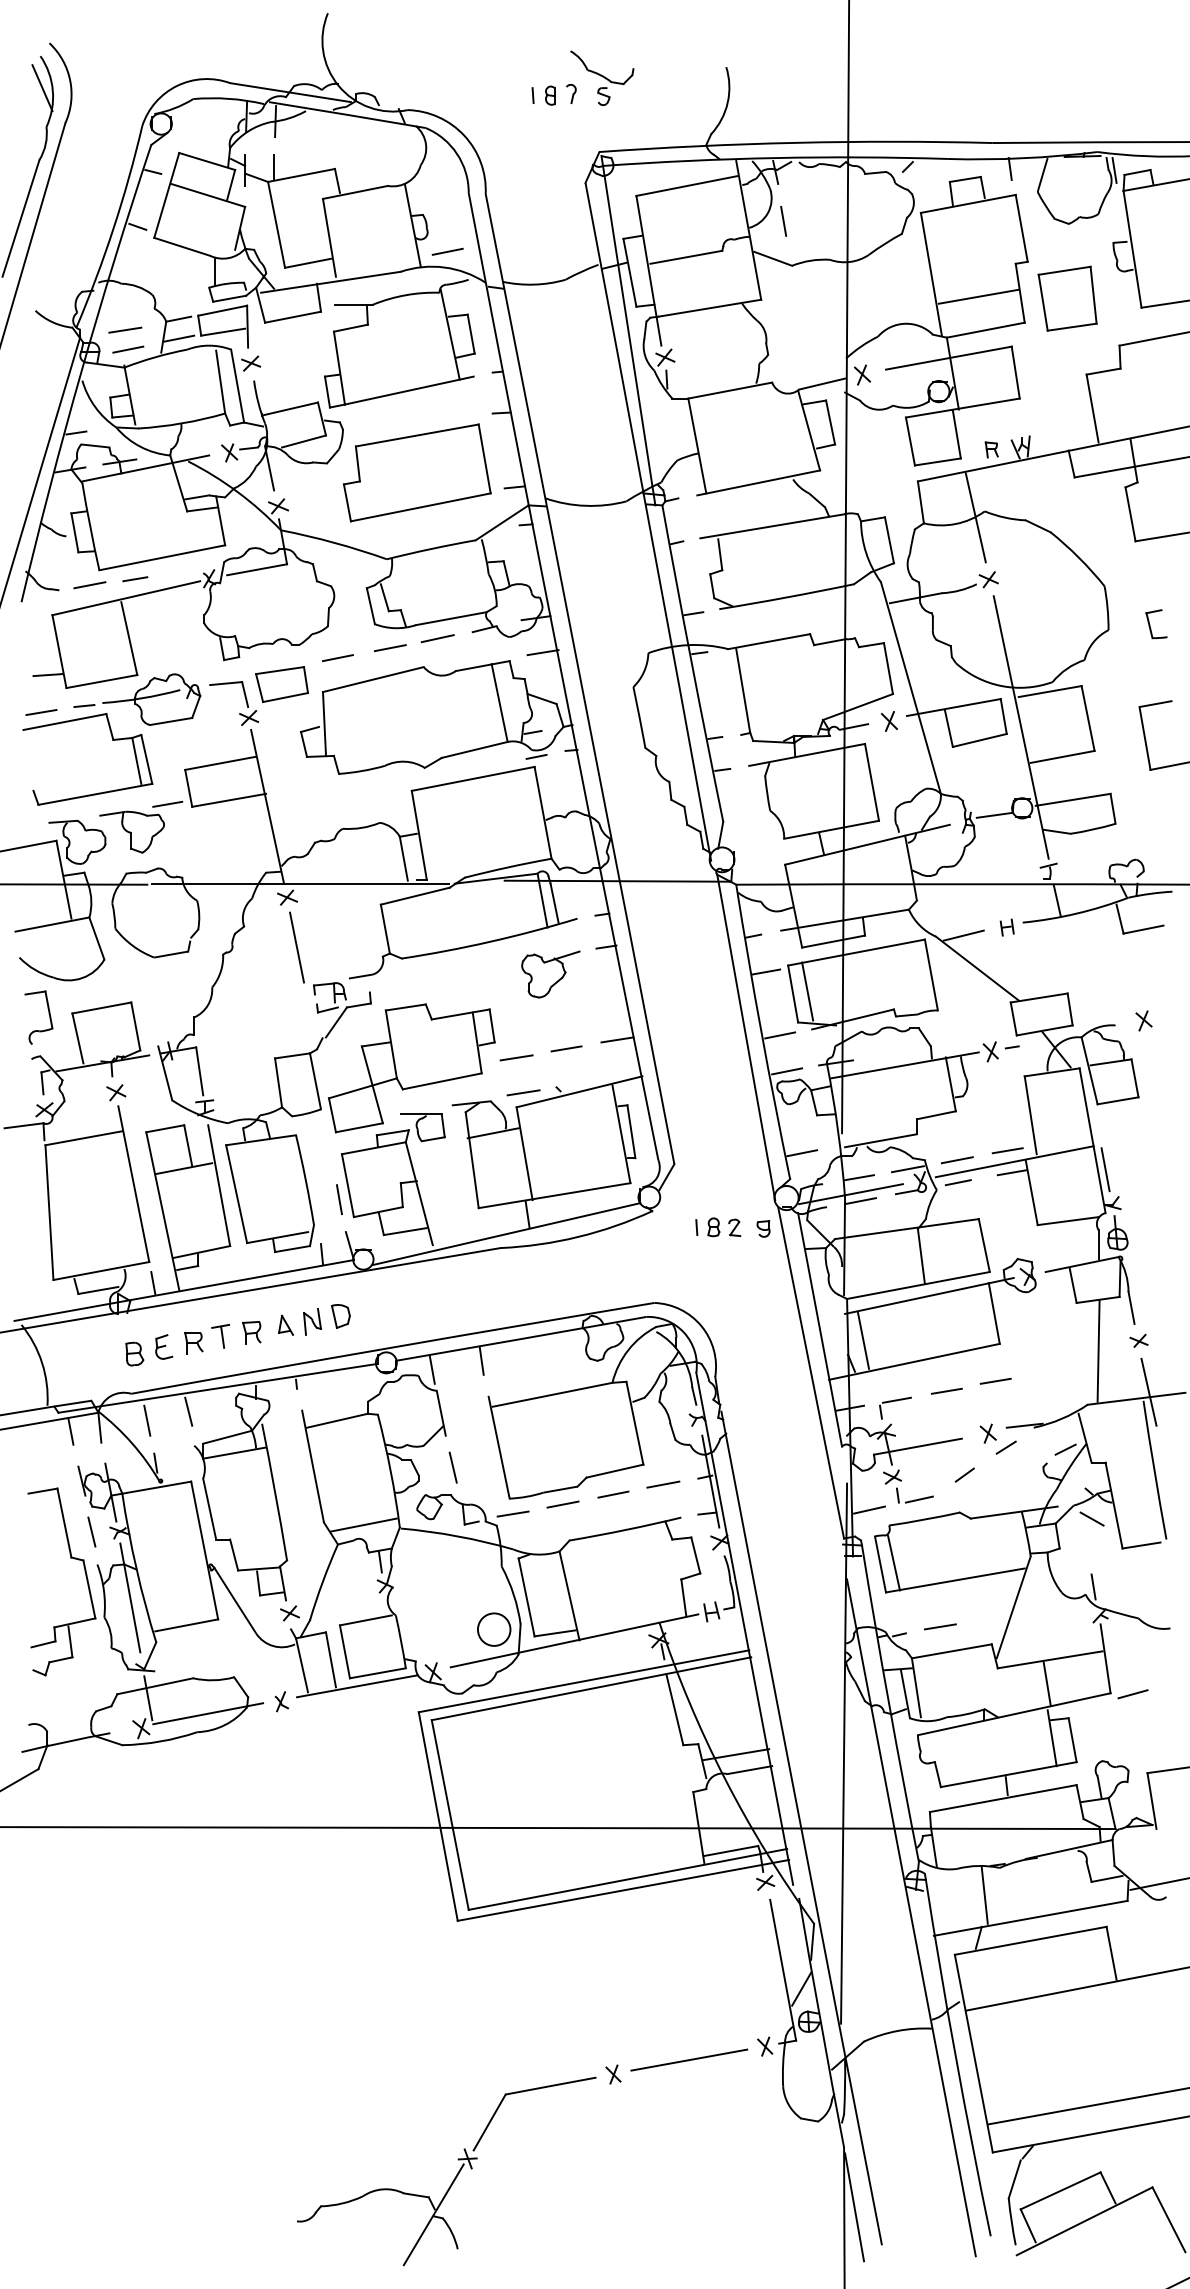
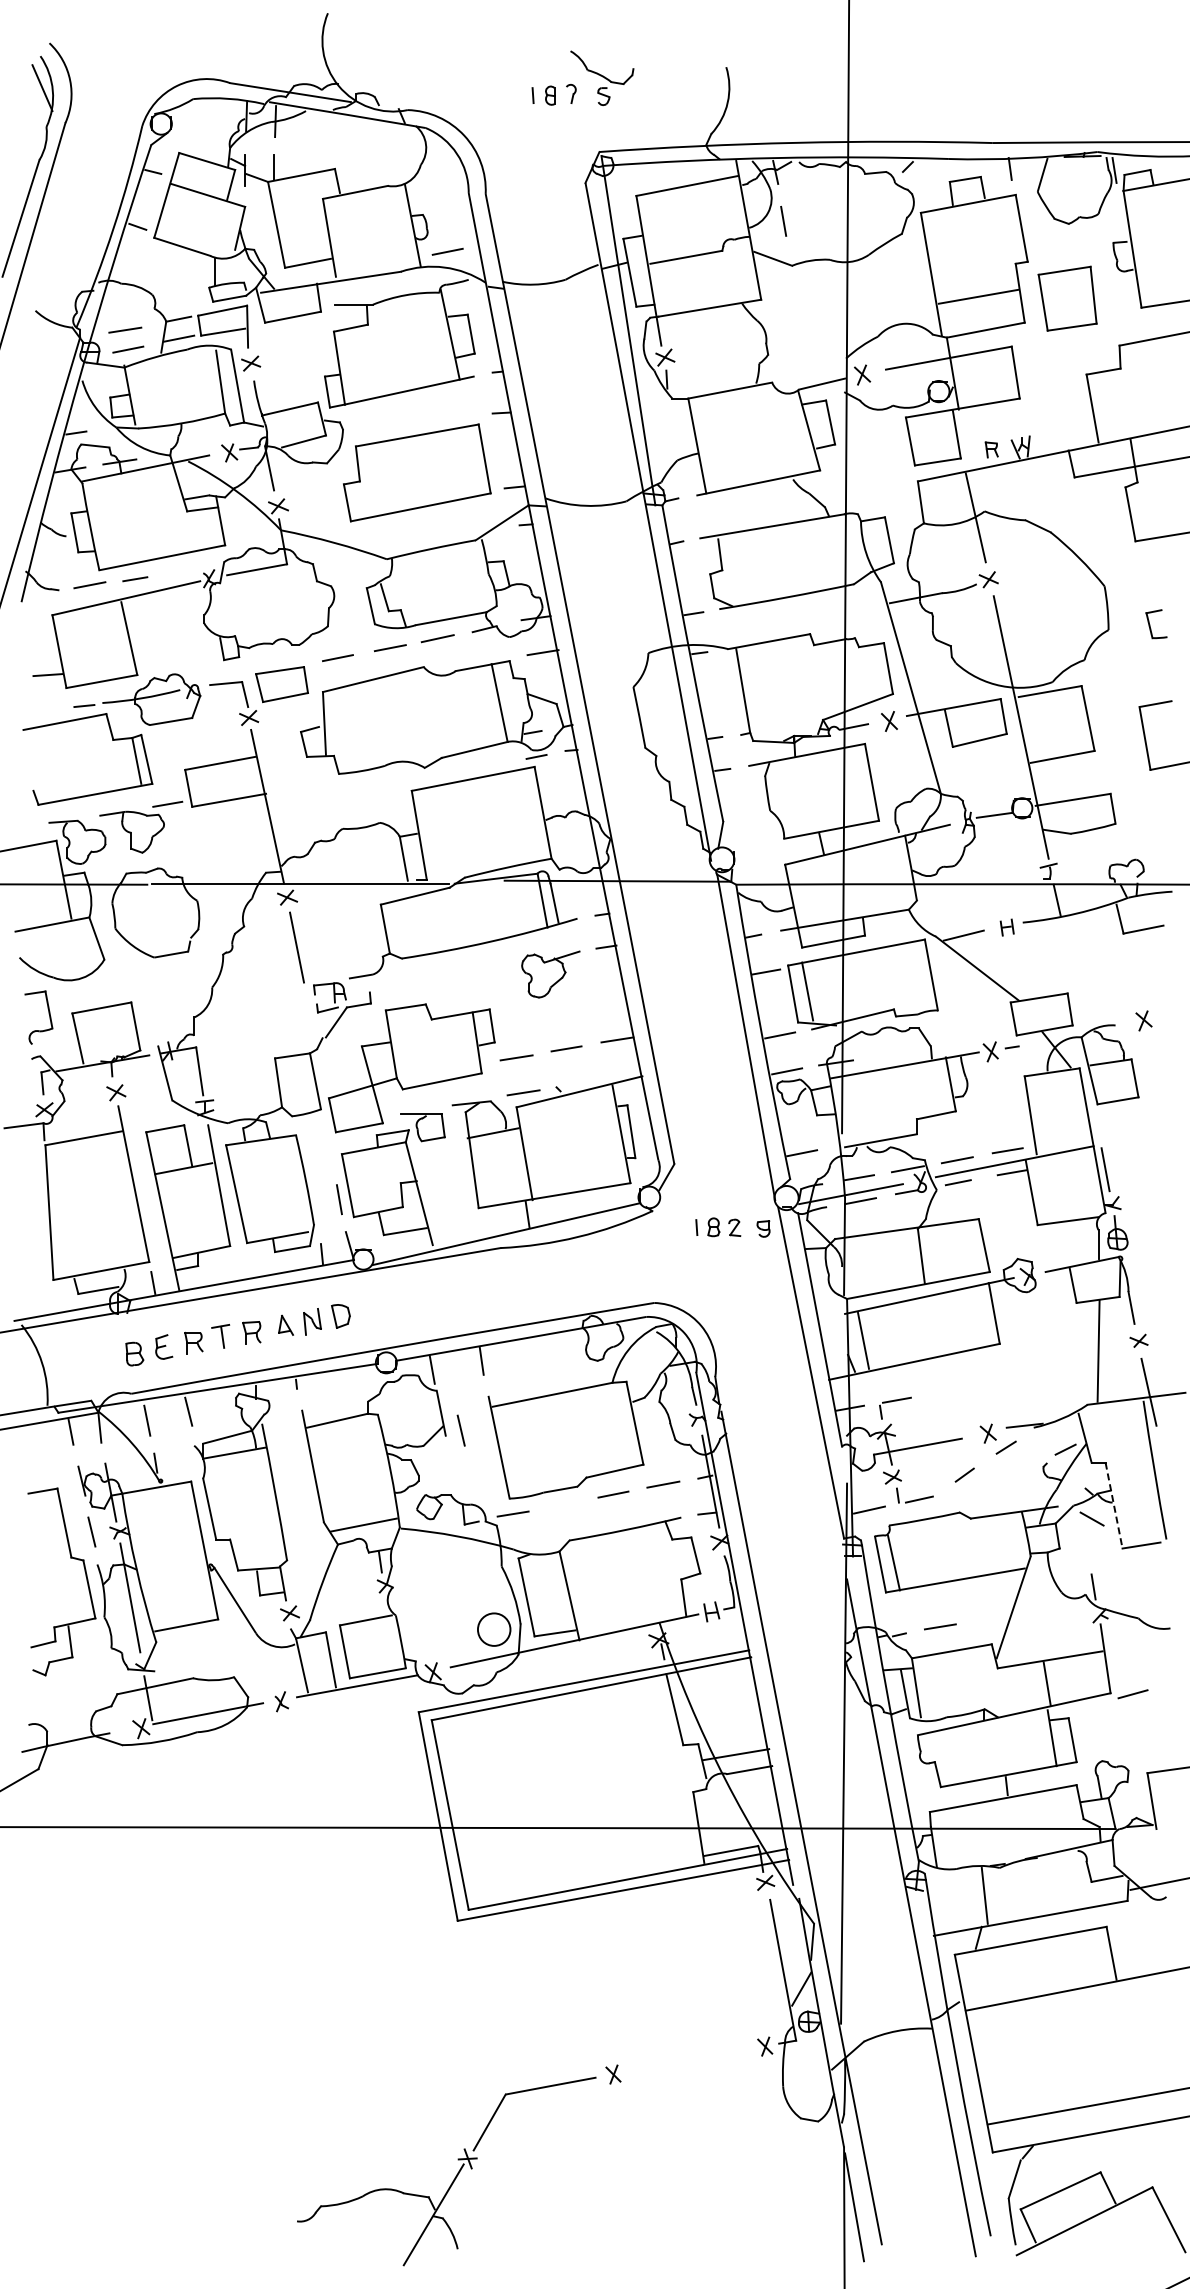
line at (41, 712): present -> none
line at (995, 1380): present -> none
line at (946, 1390): present -> none
line at (452, 1467) position: (452, 1467) -> (460, 1430)
line at (562, 1504): present -> none
line at (1114, 1505): solid -> dashed
line at (689, 2059): present -> none
